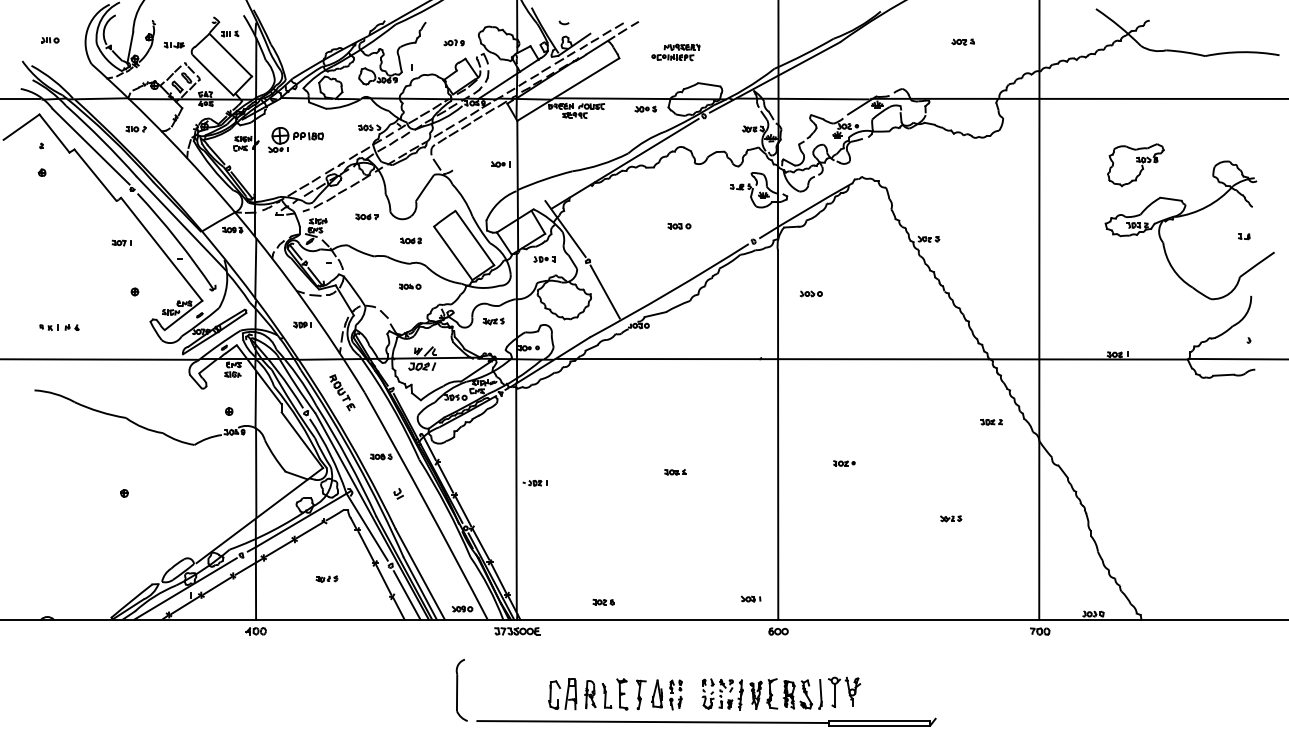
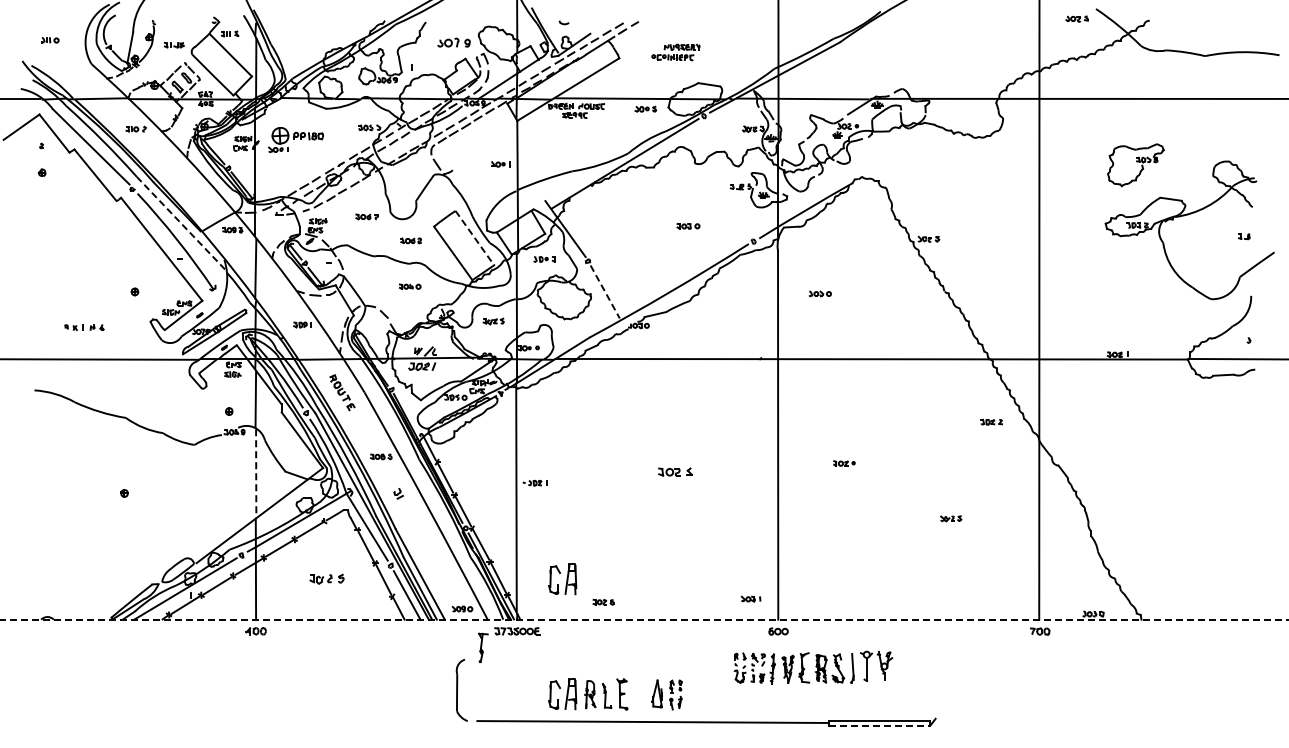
part at (962, 41) position: (962, 41) -> (1076, 18)
part at (453, 42) size: 22x8 px -> 34x11 px
line at (181, 223): solid -> dashed
part at (679, 226) position: (679, 226) -> (688, 226)
line at (475, 238): solid -> dashed
part at (121, 242): present -> none
line at (605, 292): solid -> dashed
part at (810, 293) position: (810, 293) -> (819, 293)
part at (59, 327) position: (59, 327) -> (84, 327)
part at (675, 472) size: 23x7 px -> 35x10 px
line at (256, 474): solid -> dashed
part at (326, 578) size: 24x8 px -> 36x12 px
part at (562, 579): none -> present
line at (645, 619): solid -> dashed
part at (781, 693) position: (781, 693) -> (813, 667)
part at (641, 694) position: (641, 694) -> (483, 647)
line at (879, 725): solid -> dashed
